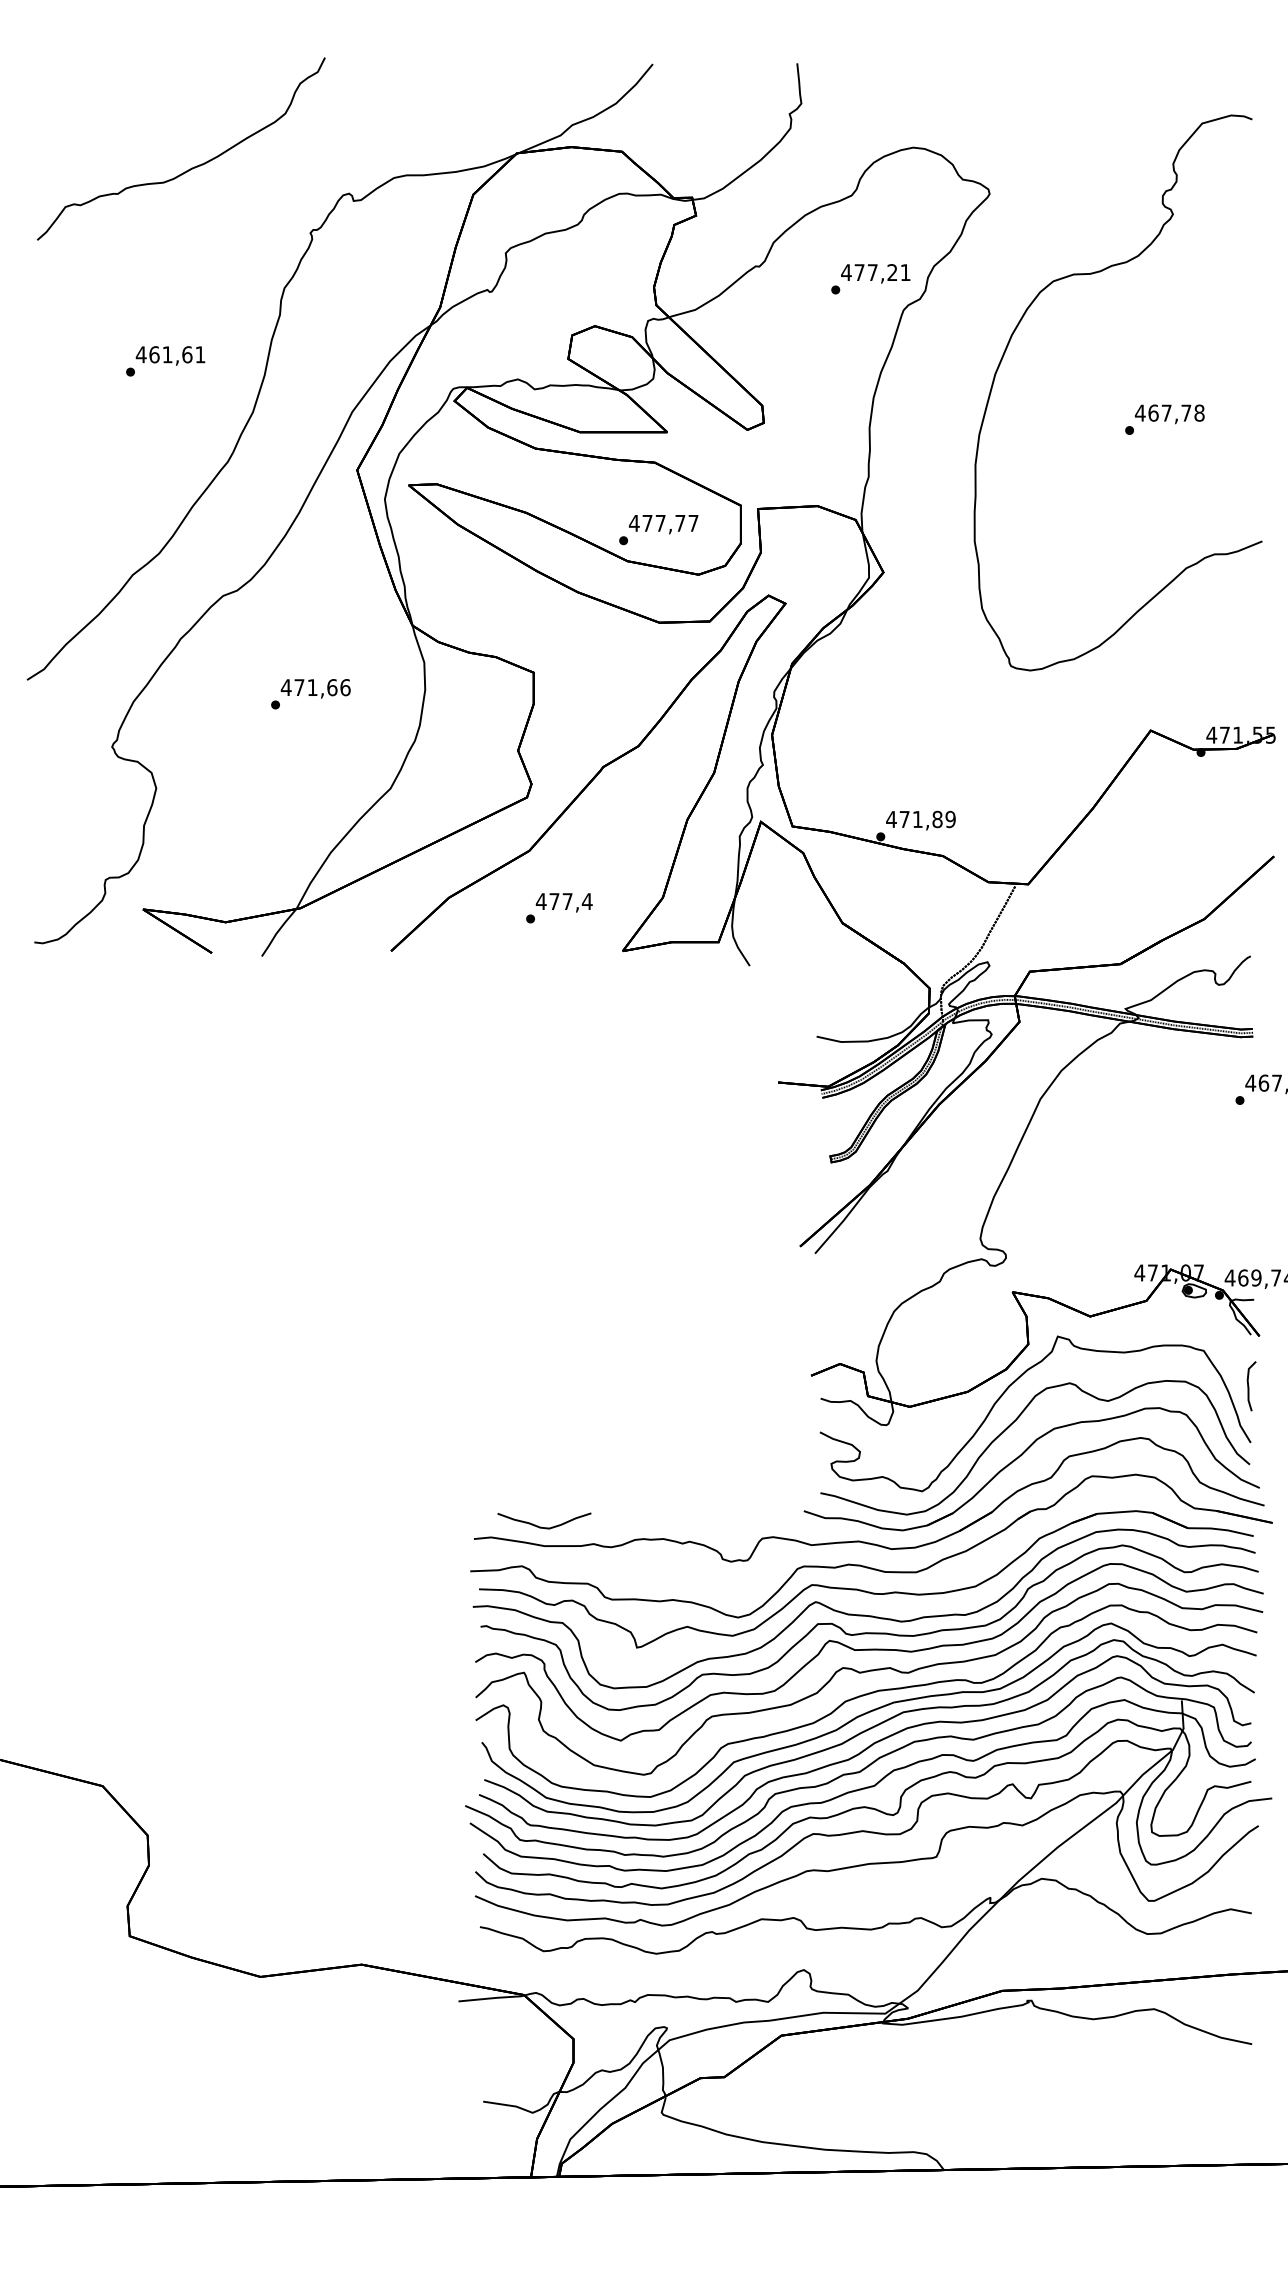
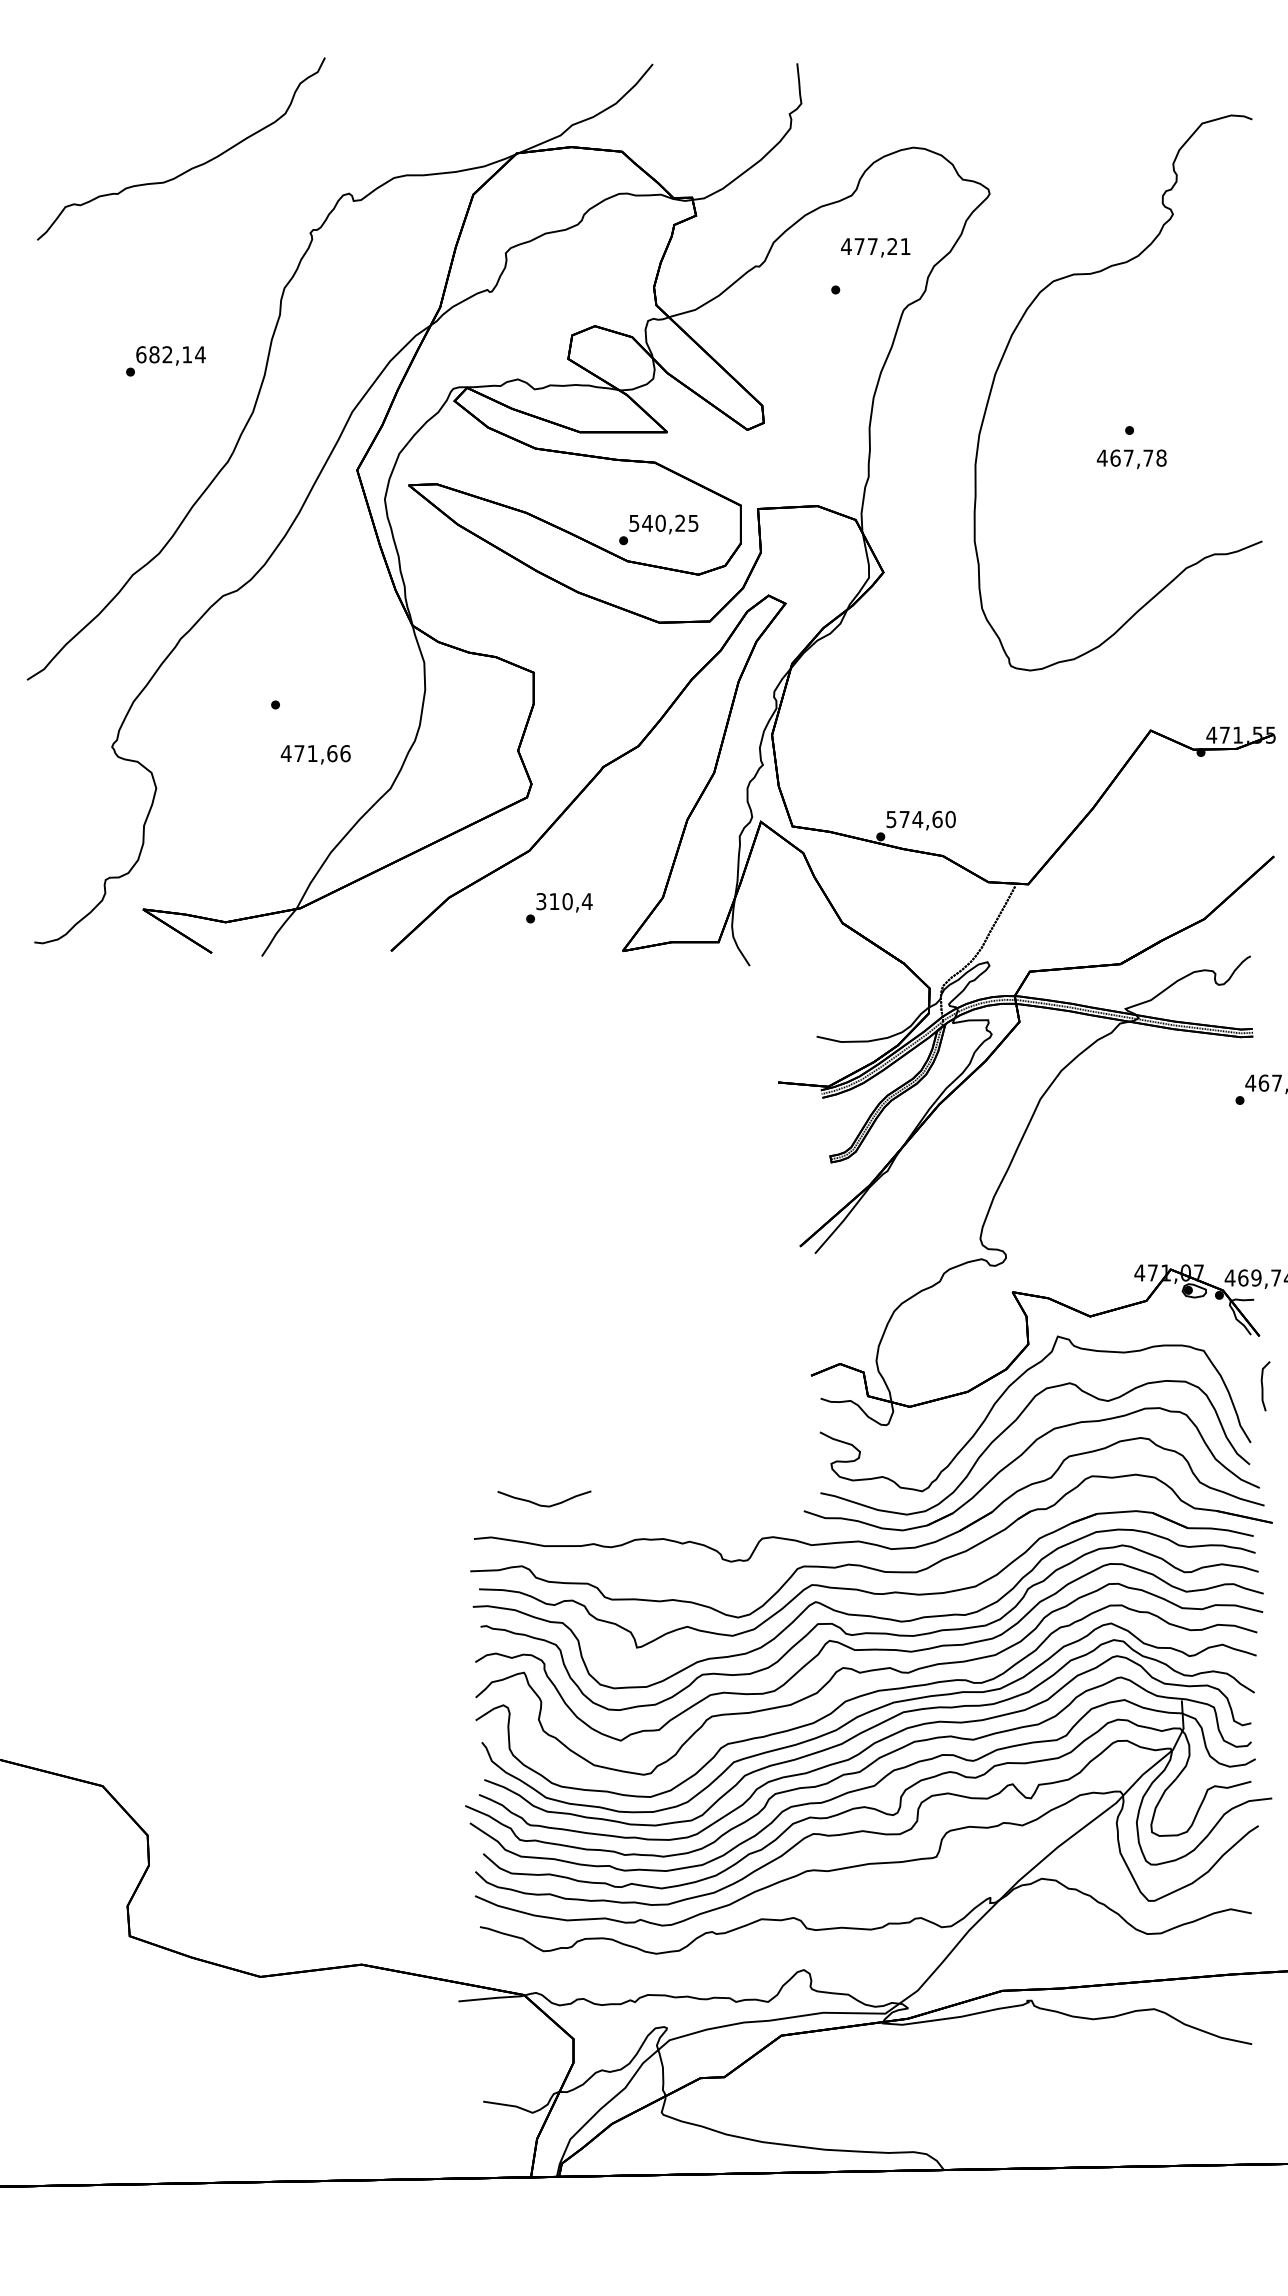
text at (875, 273) position: (875, 273) -> (875, 247)
text at (170, 354): 461,61 -> 682,14
text at (1169, 414) position: (1169, 414) -> (1131, 459)
text at (663, 522): 477,77 -> 540,25
text at (315, 688) position: (315, 688) -> (315, 754)
text at (920, 819): 471,89 -> 574,60
text at (553, 901): 477,4 -> 310,4
curve at (1249, 1386) position: (1249, 1386) -> (1263, 1386)
curve at (541, 1526) position: (541, 1526) -> (541, 1504)
